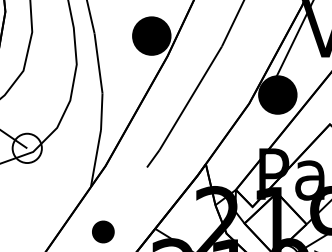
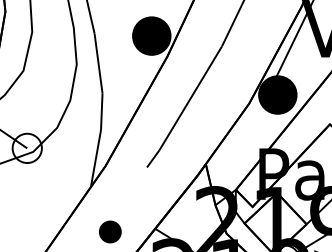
part at (103, 231) position: (103, 231) -> (110, 231)
